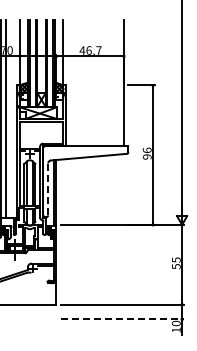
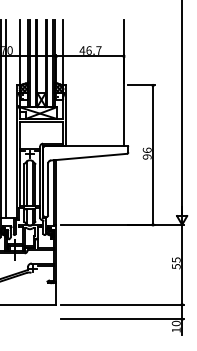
line at (48, 188): dashed -> solid
line at (122, 319): dashed -> solid
